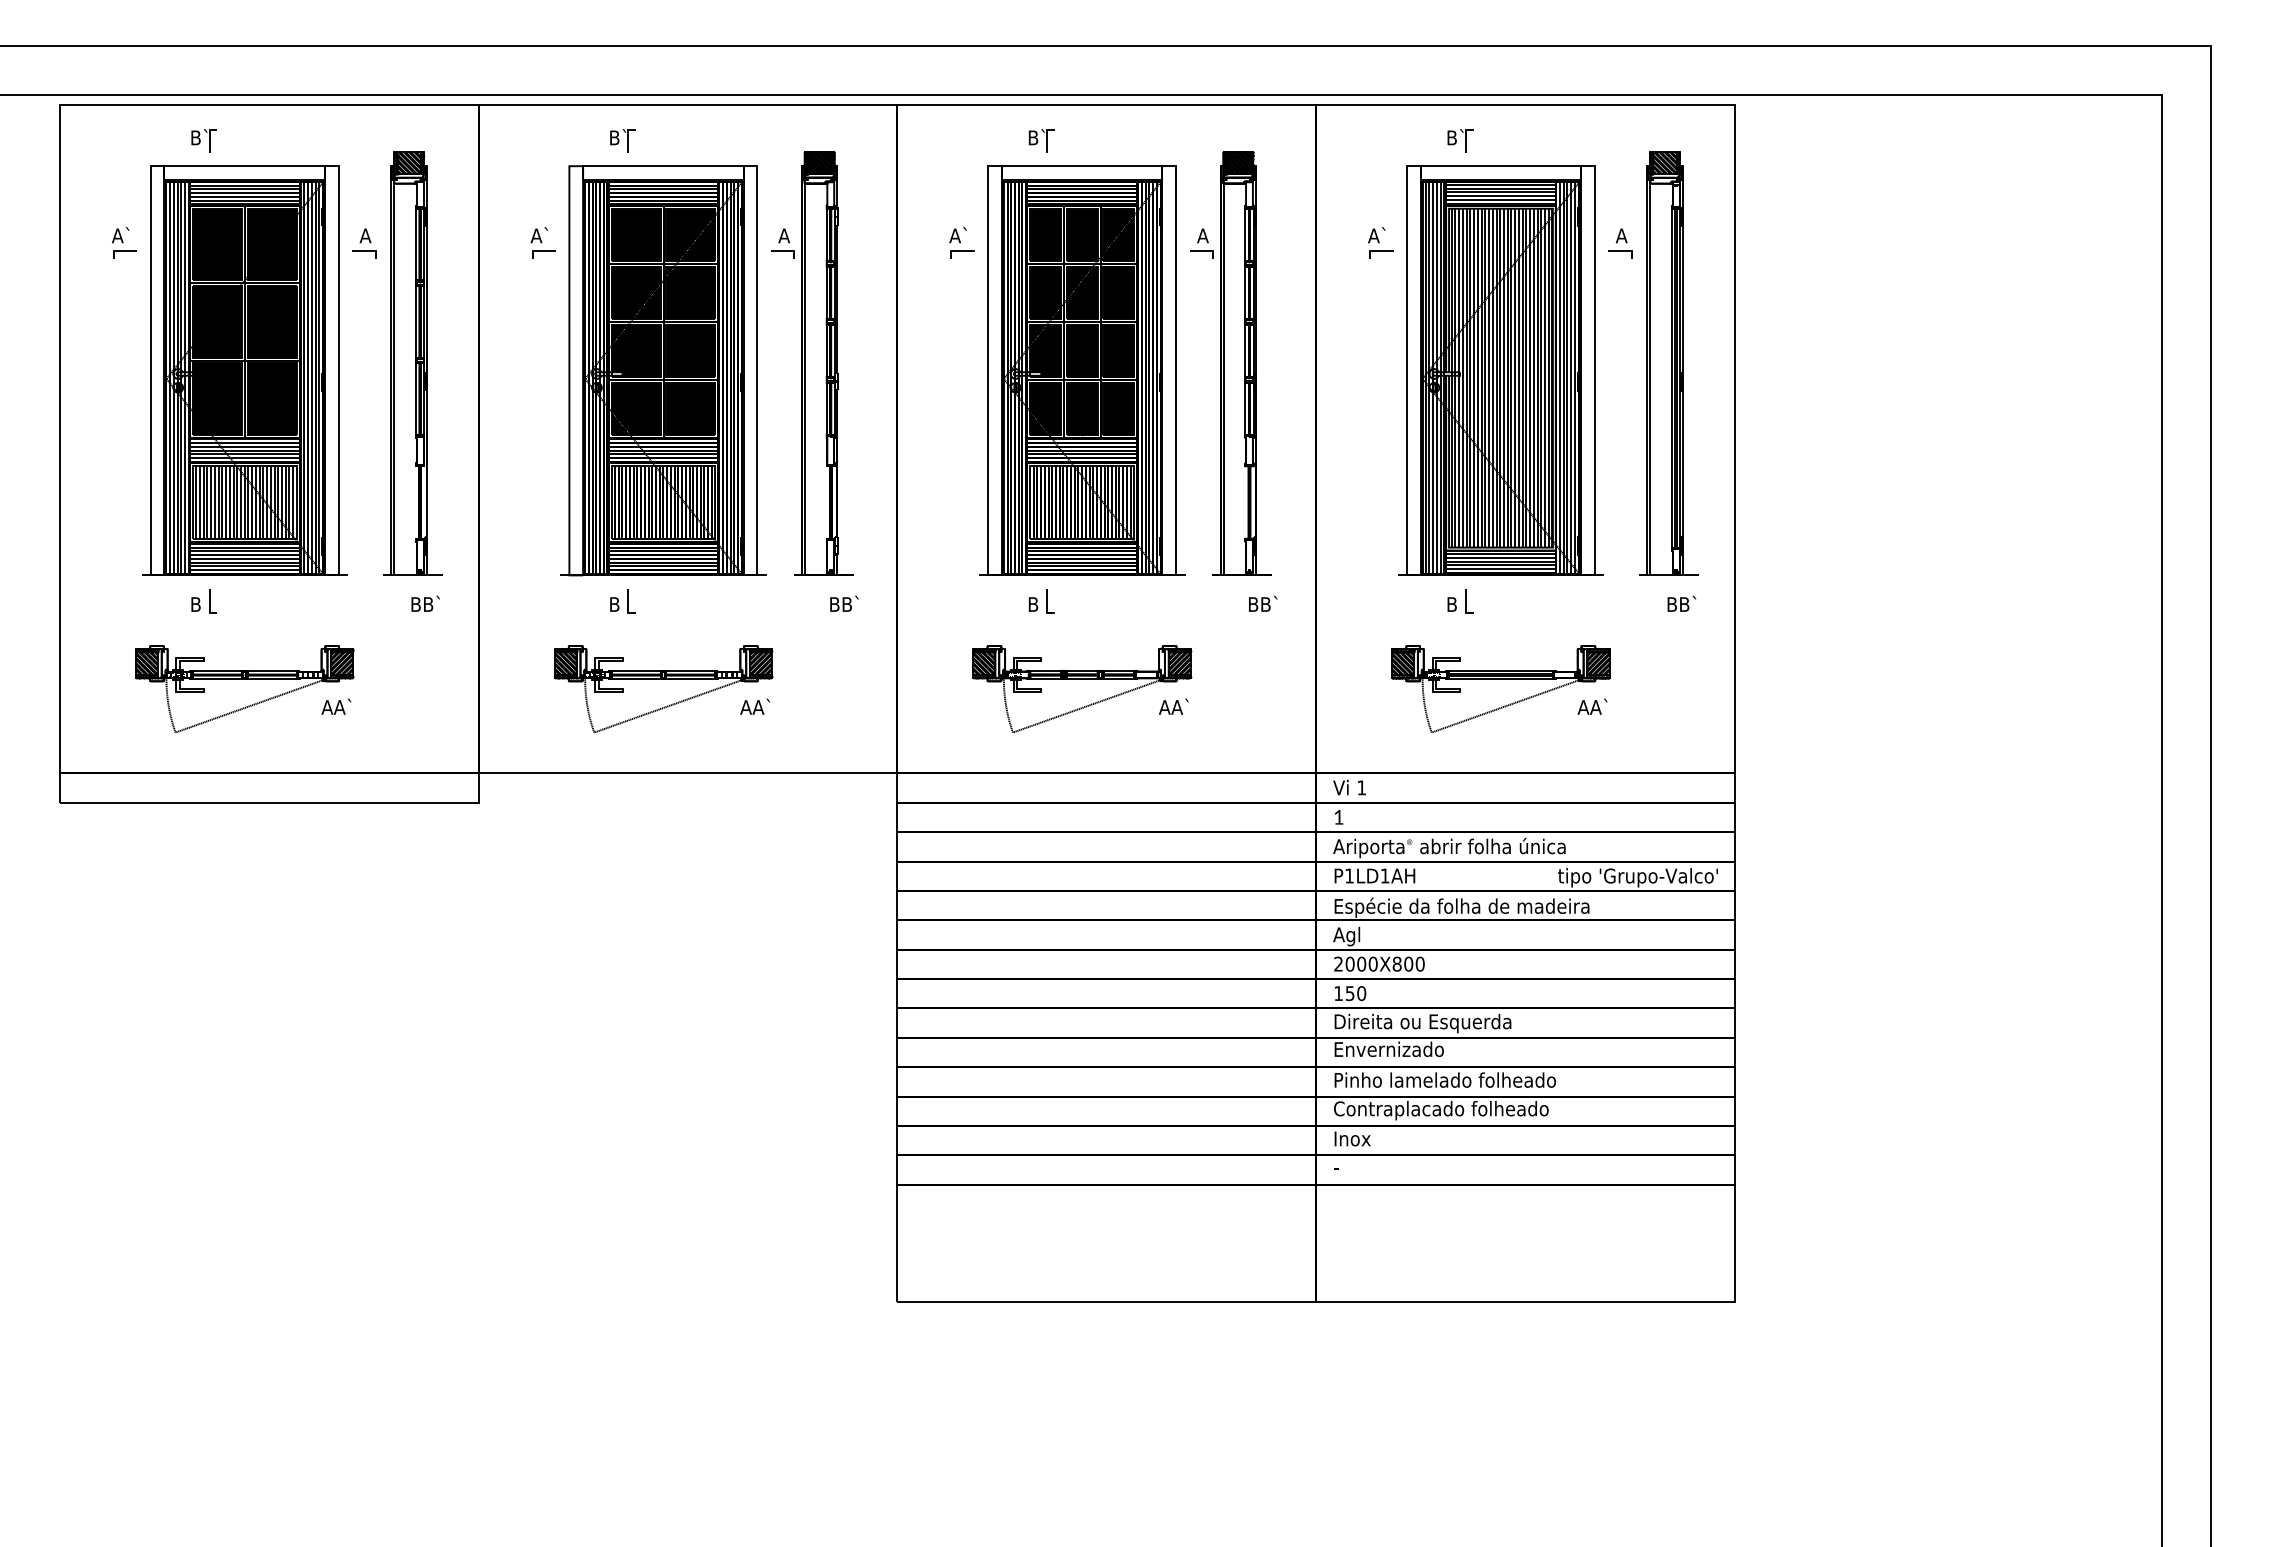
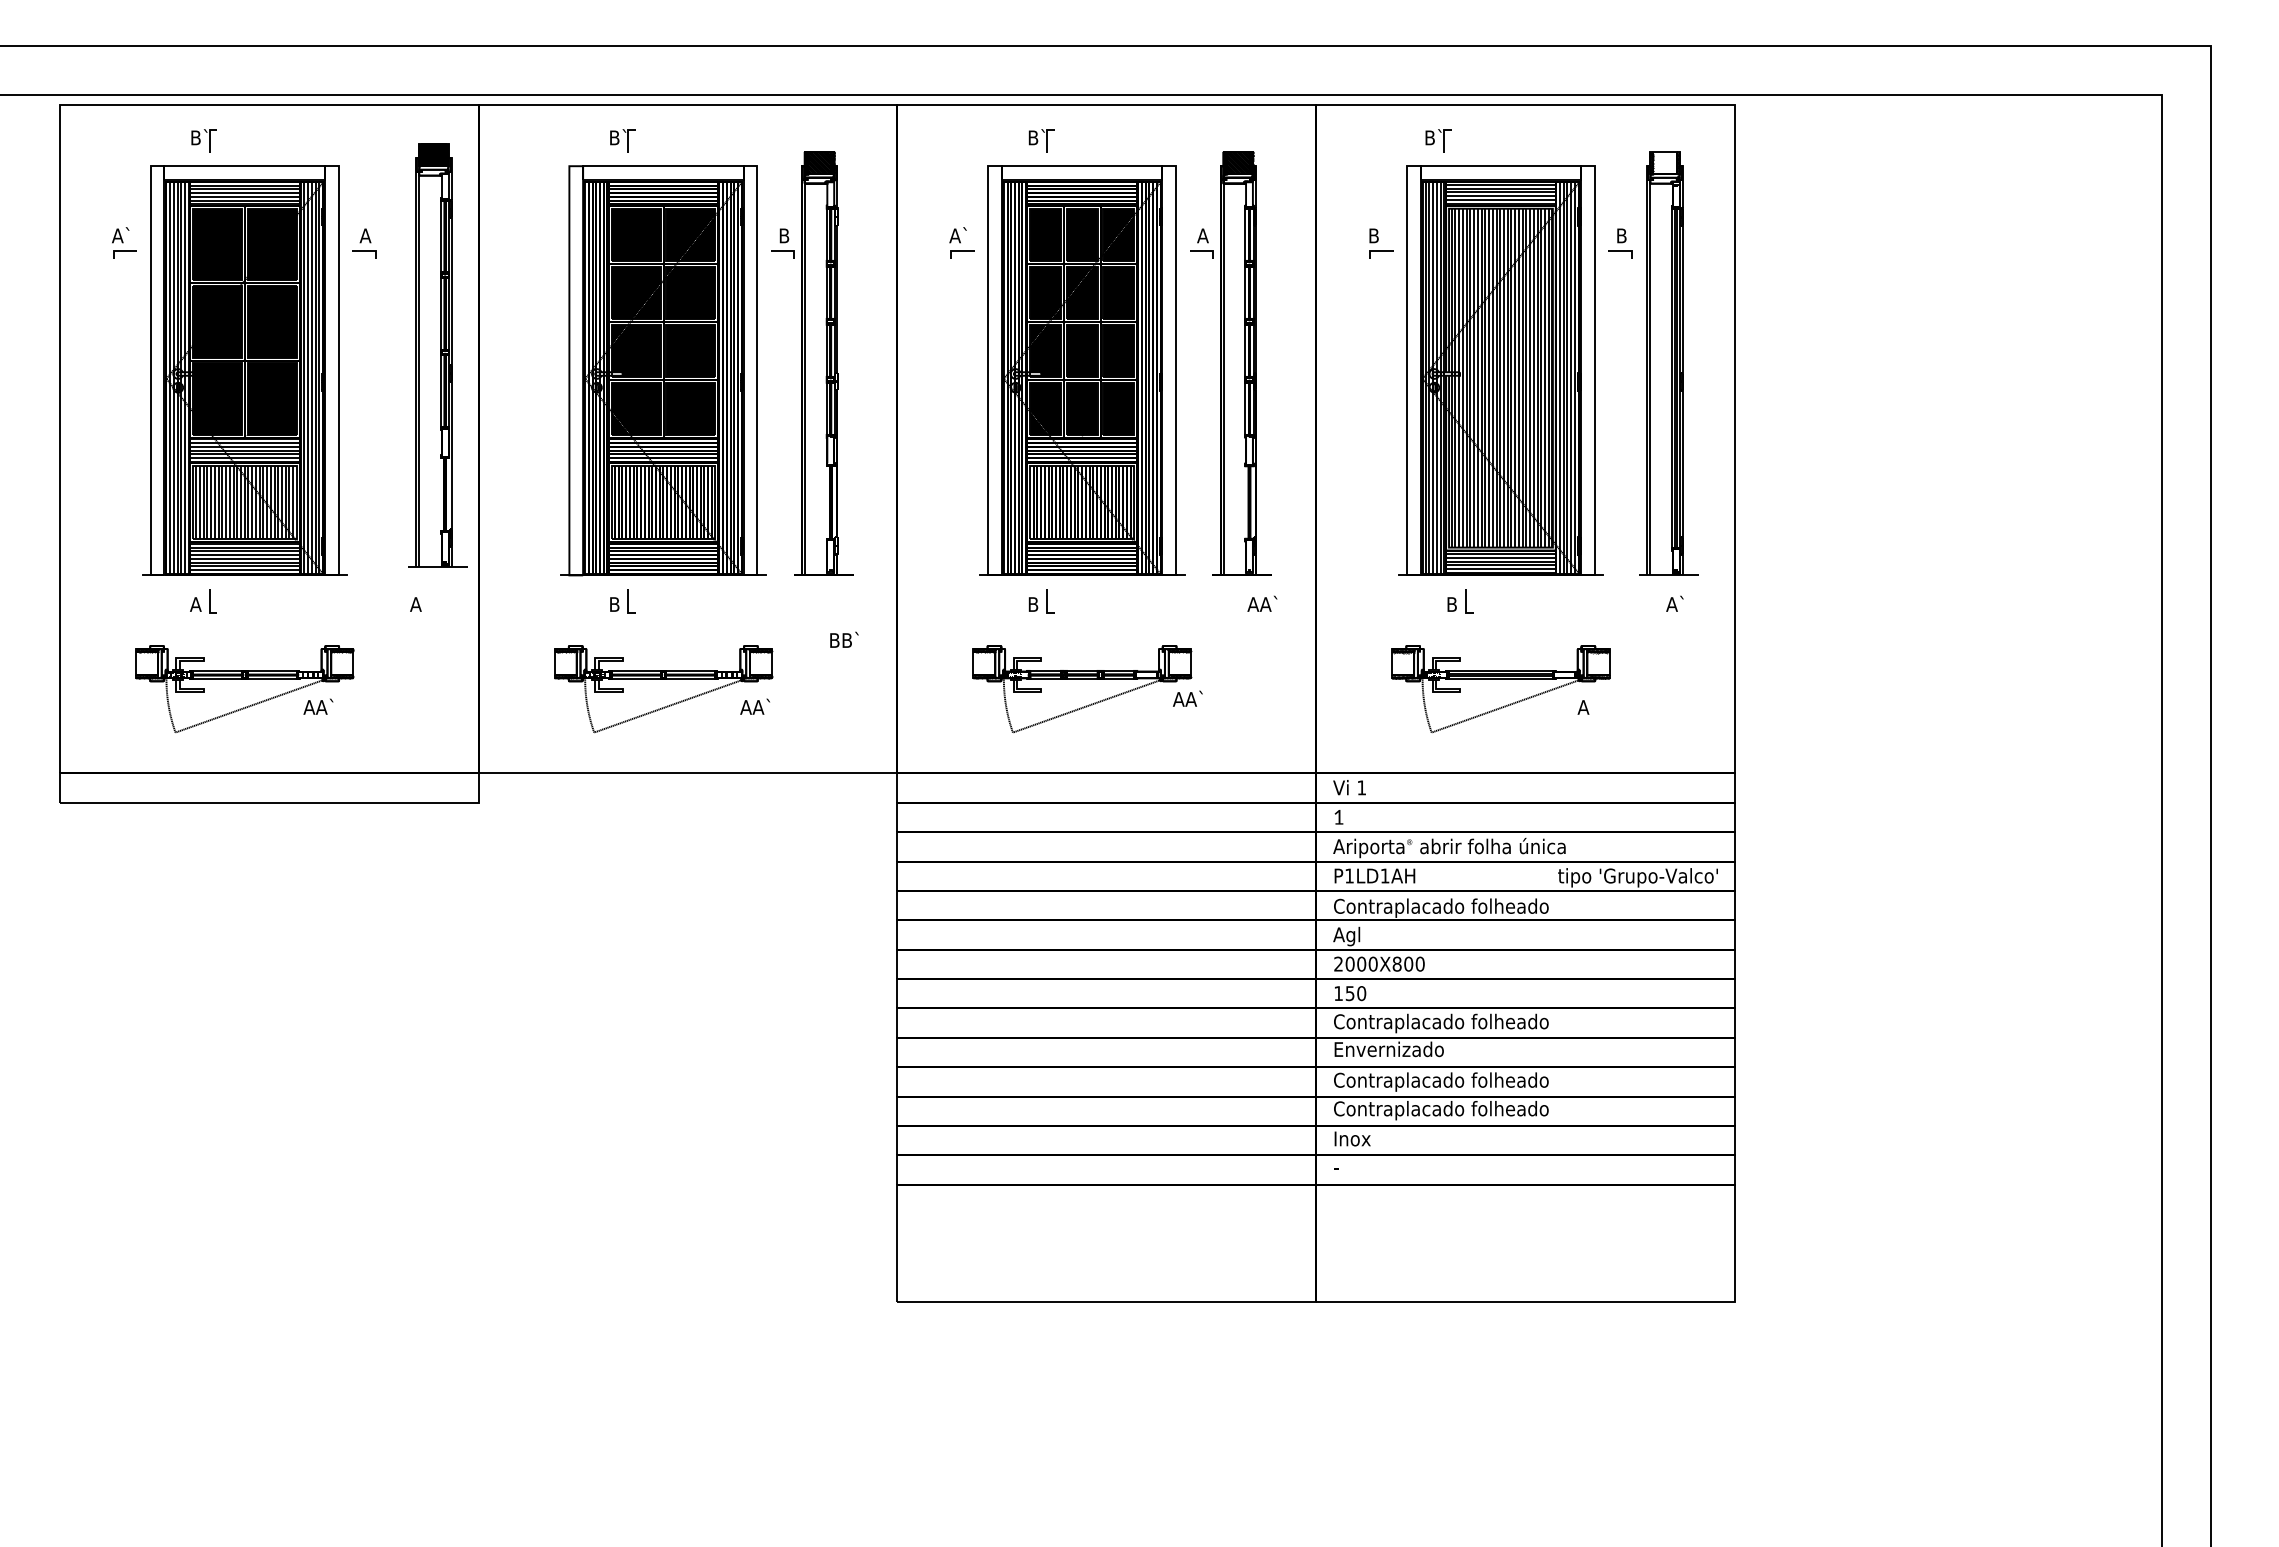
part at (1460, 140) position: (1460, 140) -> (1438, 140)
hatch at (1664, 162): present -> none
text at (783, 235): A -> B
text at (1376, 235): A` -> B
text at (1621, 235): A -> B
part at (542, 242): present -> none
part at (412, 363) position: (412, 363) -> (437, 355)
text at (424, 603): BB` -> A
text at (844, 603) position: (844, 603) -> (844, 639)
text at (1681, 603): BB` -> A`
text at (195, 604): B -> A
text at (1259, 604): BB` -> AA`
hatch at (146, 663): present -> none
hatch at (342, 663): present -> none
hatch at (565, 663): present -> none
hatch at (761, 663): present -> none
hatch at (984, 663): present -> none
hatch at (1179, 663): present -> none
hatch at (1403, 663): present -> none
hatch at (1598, 663): present -> none
text at (336, 706) position: (336, 706) -> (318, 706)
text at (1173, 706) position: (1173, 706) -> (1187, 698)
text at (1598, 706): AA` -> A
text at (1461, 907): Espécie da folha de madeira -> Contraplacado folheado
text at (1441, 1023): Direita ou Esquerda -> Contraplacado folheado
text at (1444, 1081): Pinho lamelado folheado -> Contraplacado folheado
